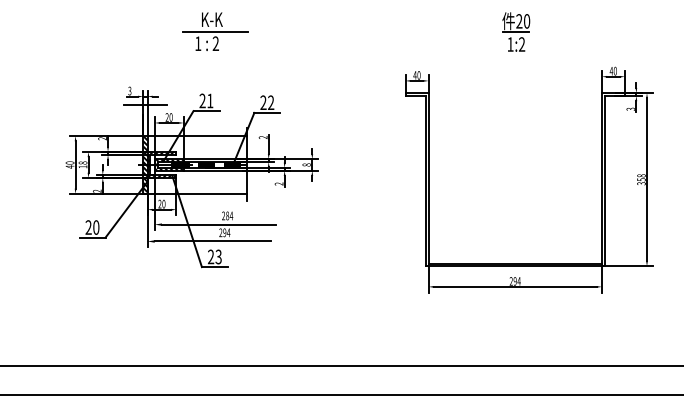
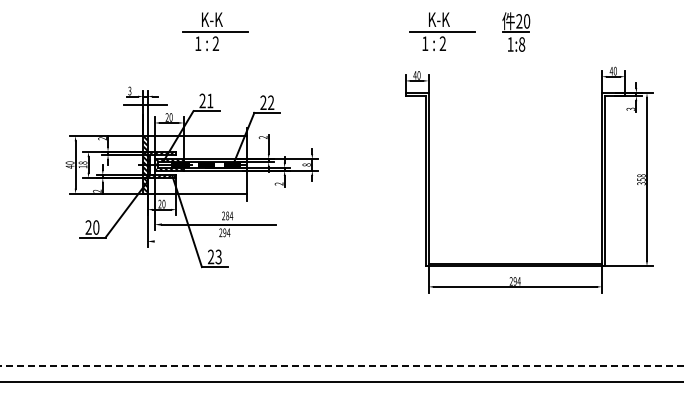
part at (442, 31): none -> present
text at (522, 44): 1:2 -> 1:8
line at (212, 241): present -> none
line at (342, 365): solid -> dashed
line at (341, 394) position: (341, 394) -> (341, 381)
